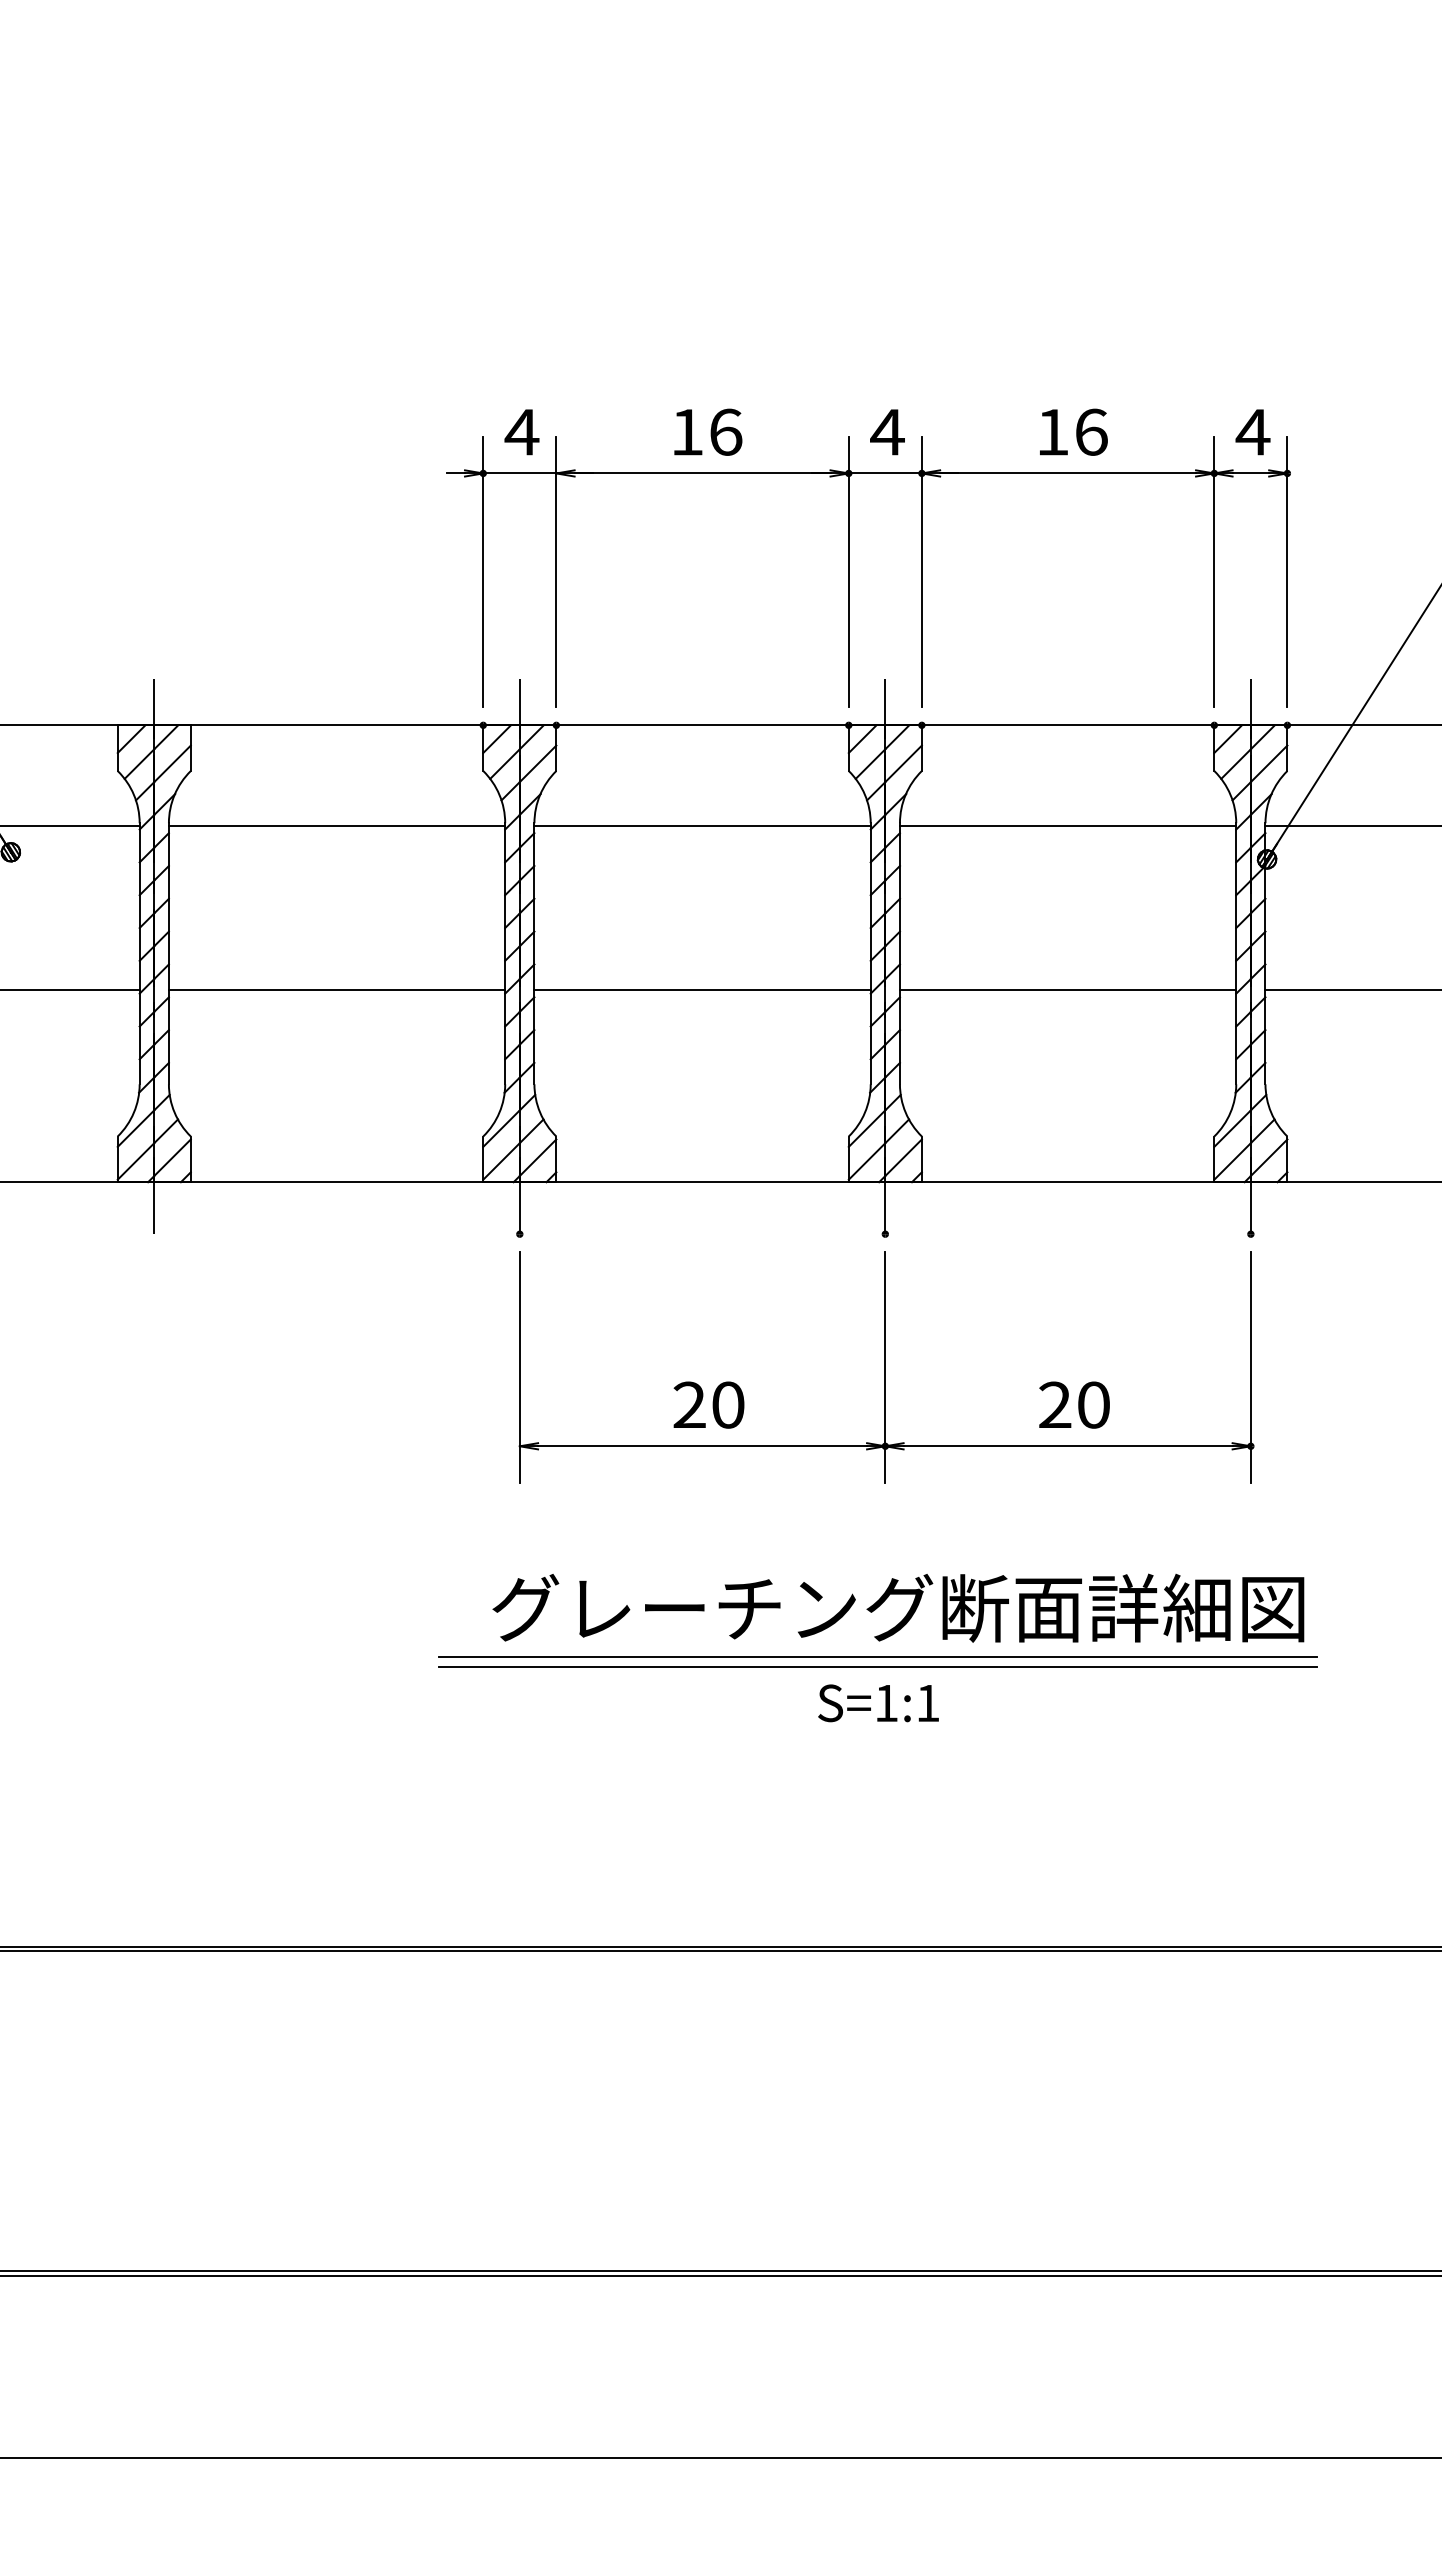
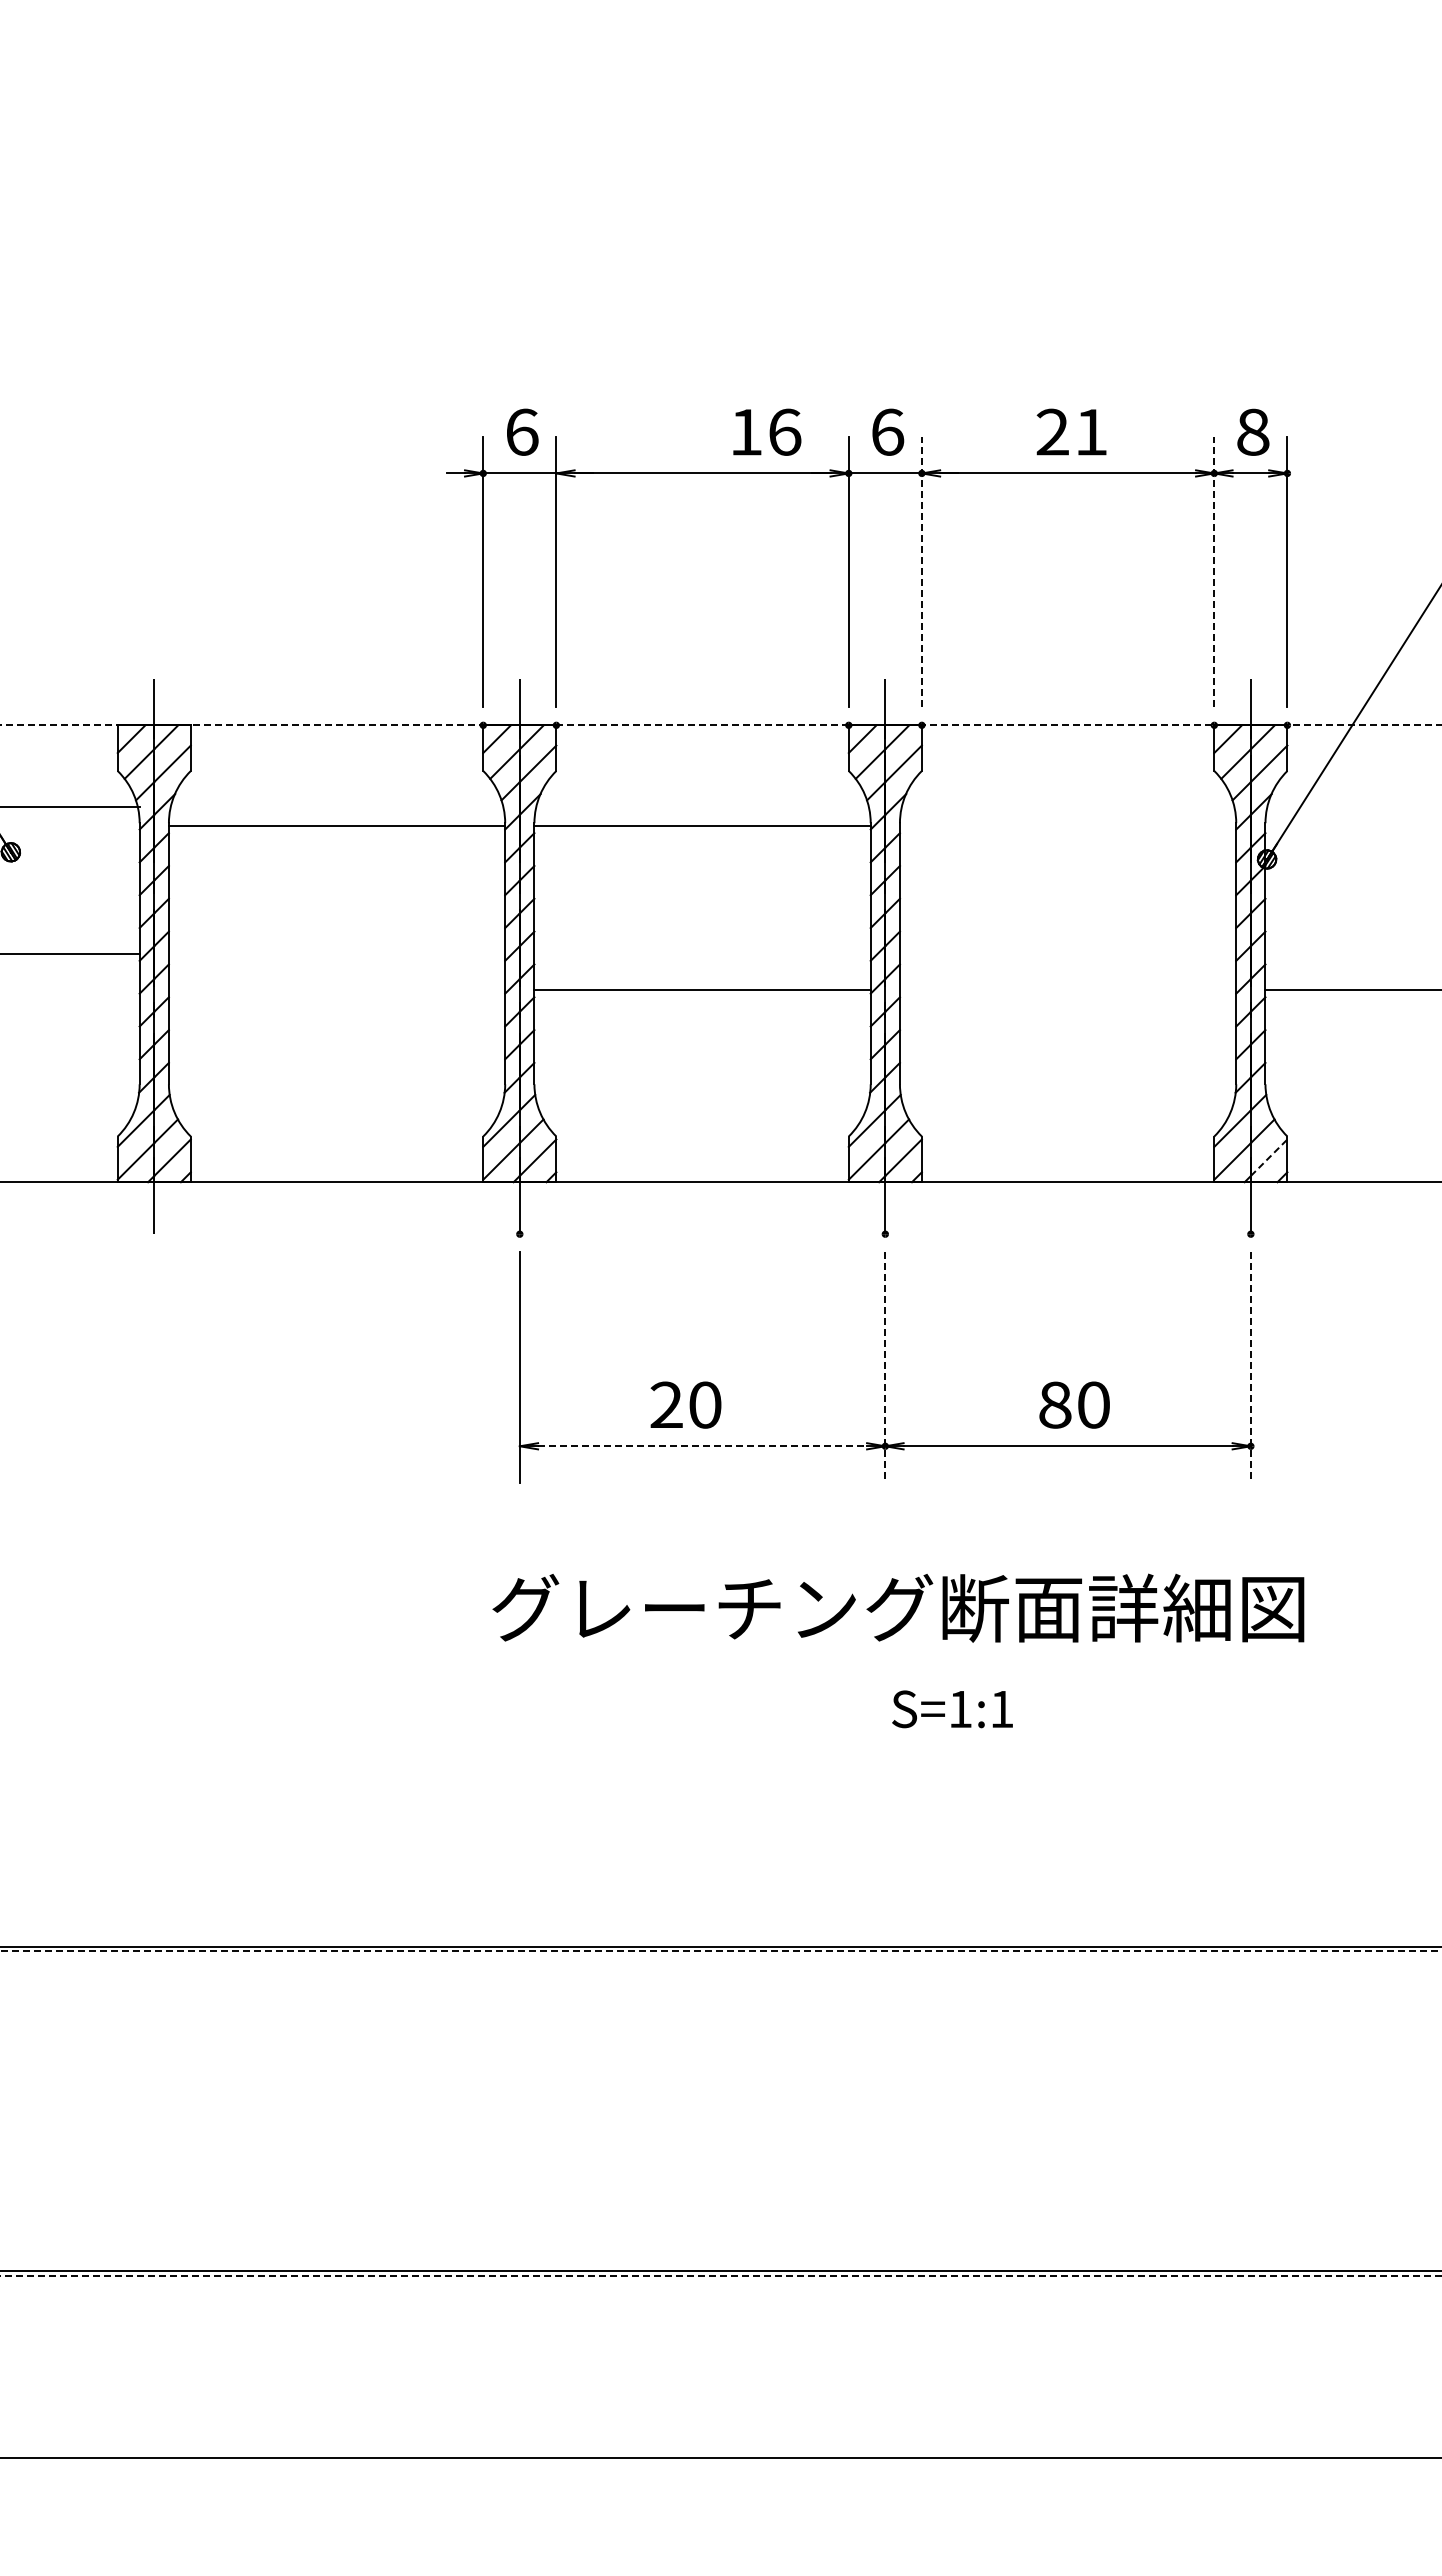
text at (521, 431): 4 -> 6
text at (708, 431) position: (708, 431) -> (767, 431)
text at (887, 431): 4 -> 6
text at (1071, 431): 16 -> 21
text at (1252, 431): 4 -> 8
line at (921, 571): solid -> dashed
line at (1214, 571): solid -> dashed
line at (721, 725): solid -> dashed
line at (70, 825) position: (70, 825) -> (70, 806)
line at (1067, 825): present -> none
line at (1351, 825): present -> none
line at (70, 990) position: (70, 990) -> (70, 954)
line at (336, 990): present -> none
line at (1067, 990): present -> none
line at (1269, 1157): solid -> dashed
line at (885, 1368): solid -> dashed
line at (1250, 1368): solid -> dashed
text at (708, 1404) position: (708, 1404) -> (685, 1404)
text at (1055, 1404): 20 -> 80
line at (703, 1446): solid -> dashed
line at (877, 1657): present -> none
line at (877, 1666): present -> none
text at (878, 1703) position: (878, 1703) -> (952, 1709)
line at (719, 1951): solid -> dashed
line at (721, 2275): solid -> dashed
